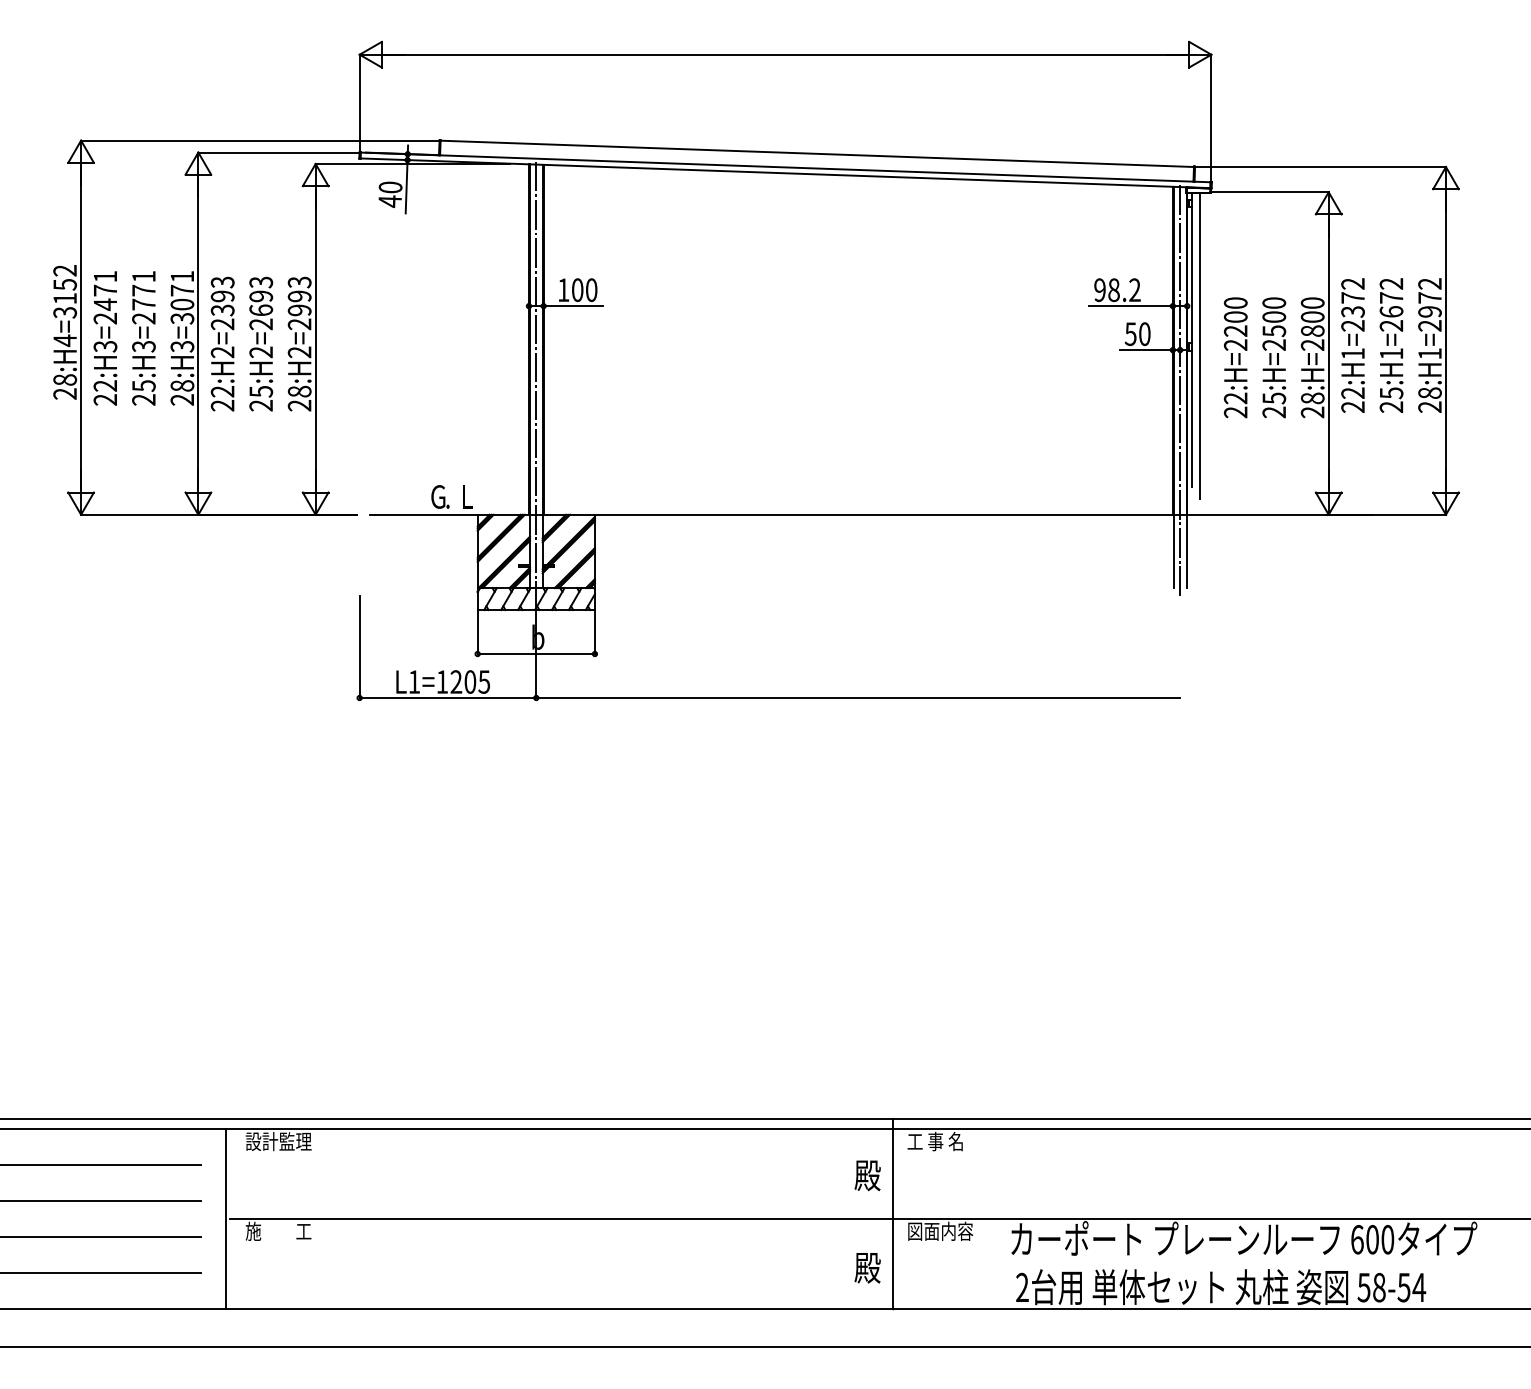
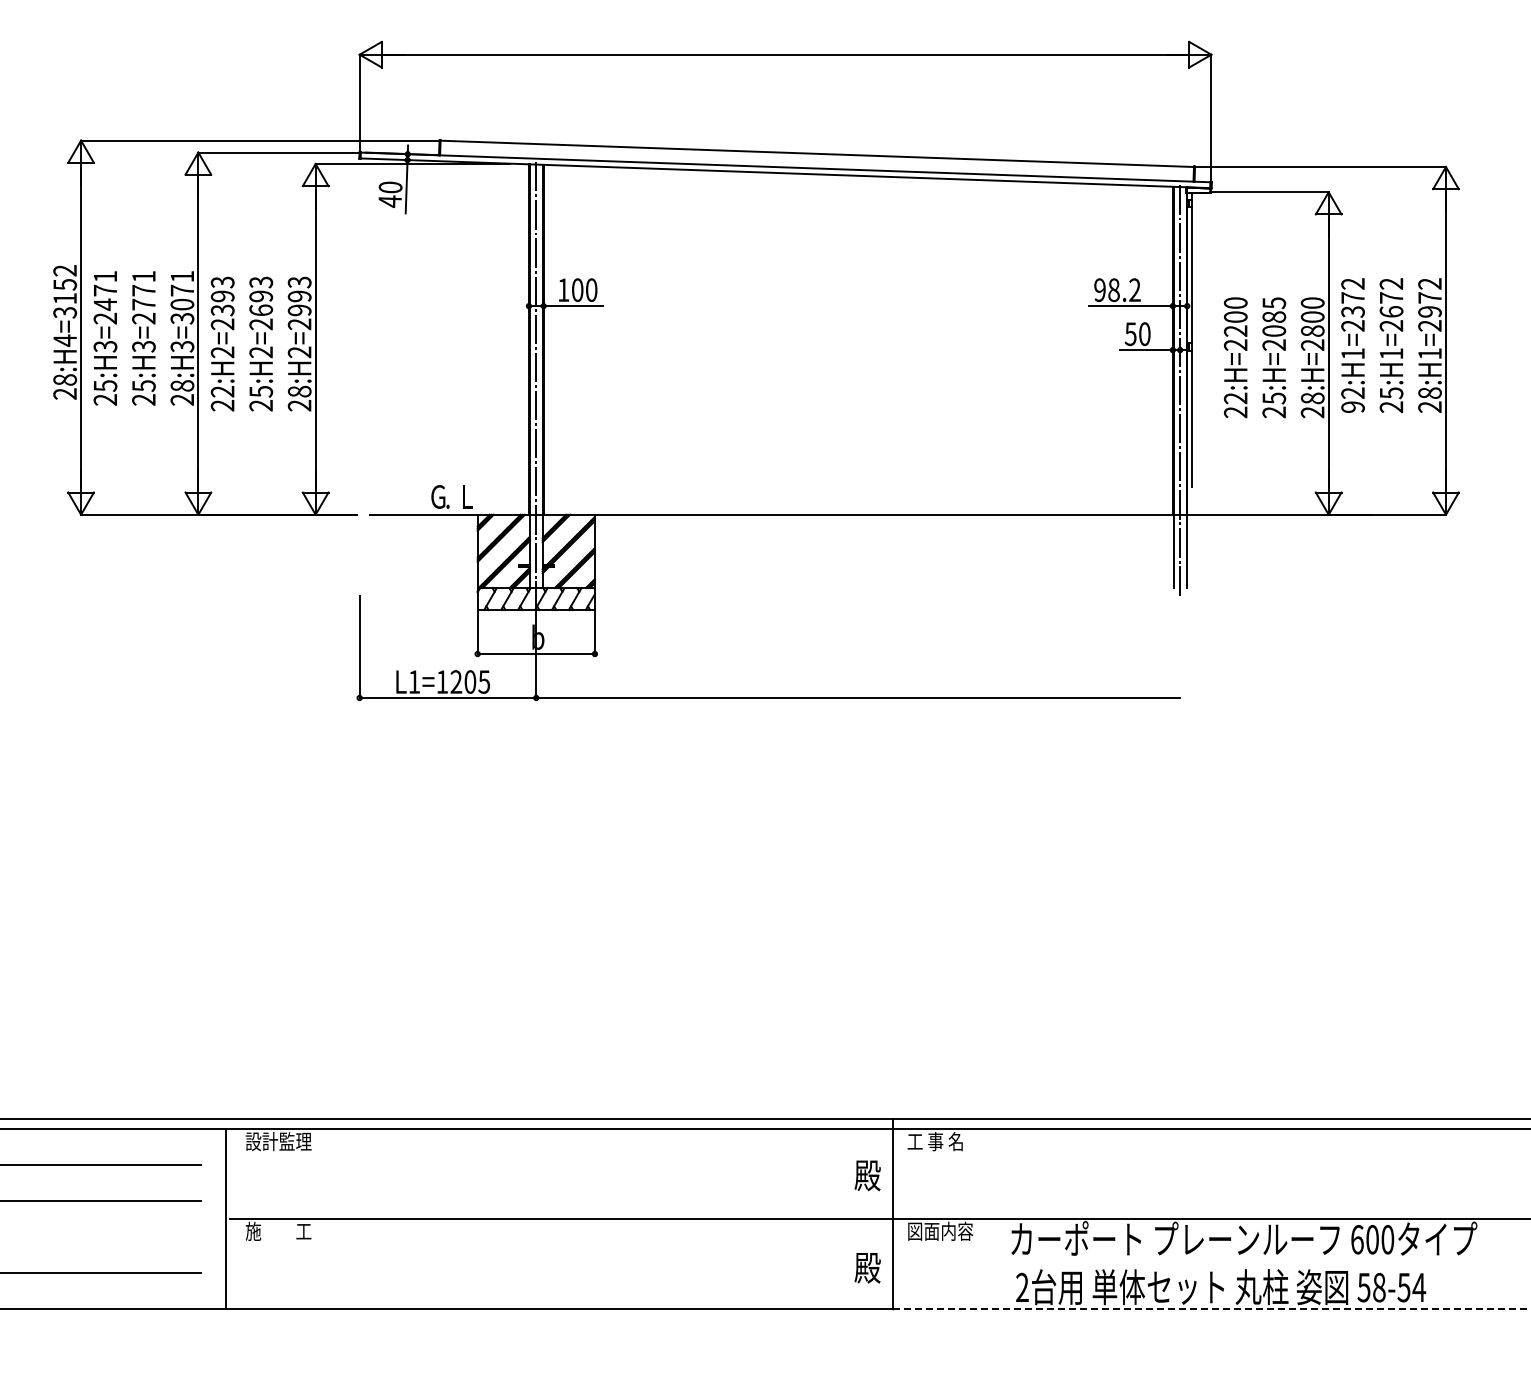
text at (1274, 317): 25:H=2500 -> 25:H=2085
line at (1200, 345): present -> none
text at (105, 385): 22:H3=2471 -> 25:H3=2471
text at (1352, 406): 22:H1=2372 -> 92:H1=2372
line at (101, 1236): present -> none
line at (1211, 1308): solid -> dashed
line at (764, 1347): present -> none
